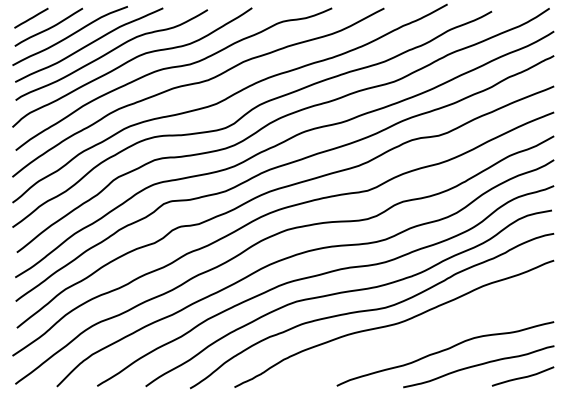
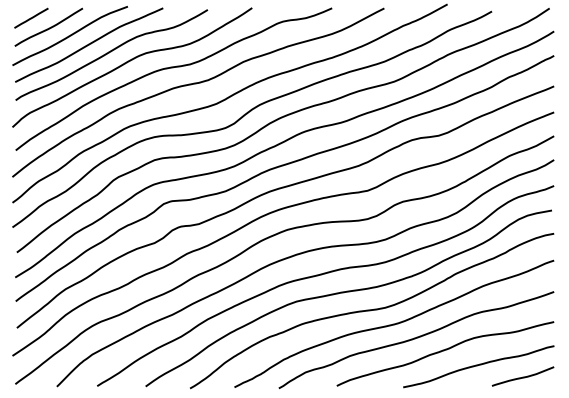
curve at (416, 338): none -> present
